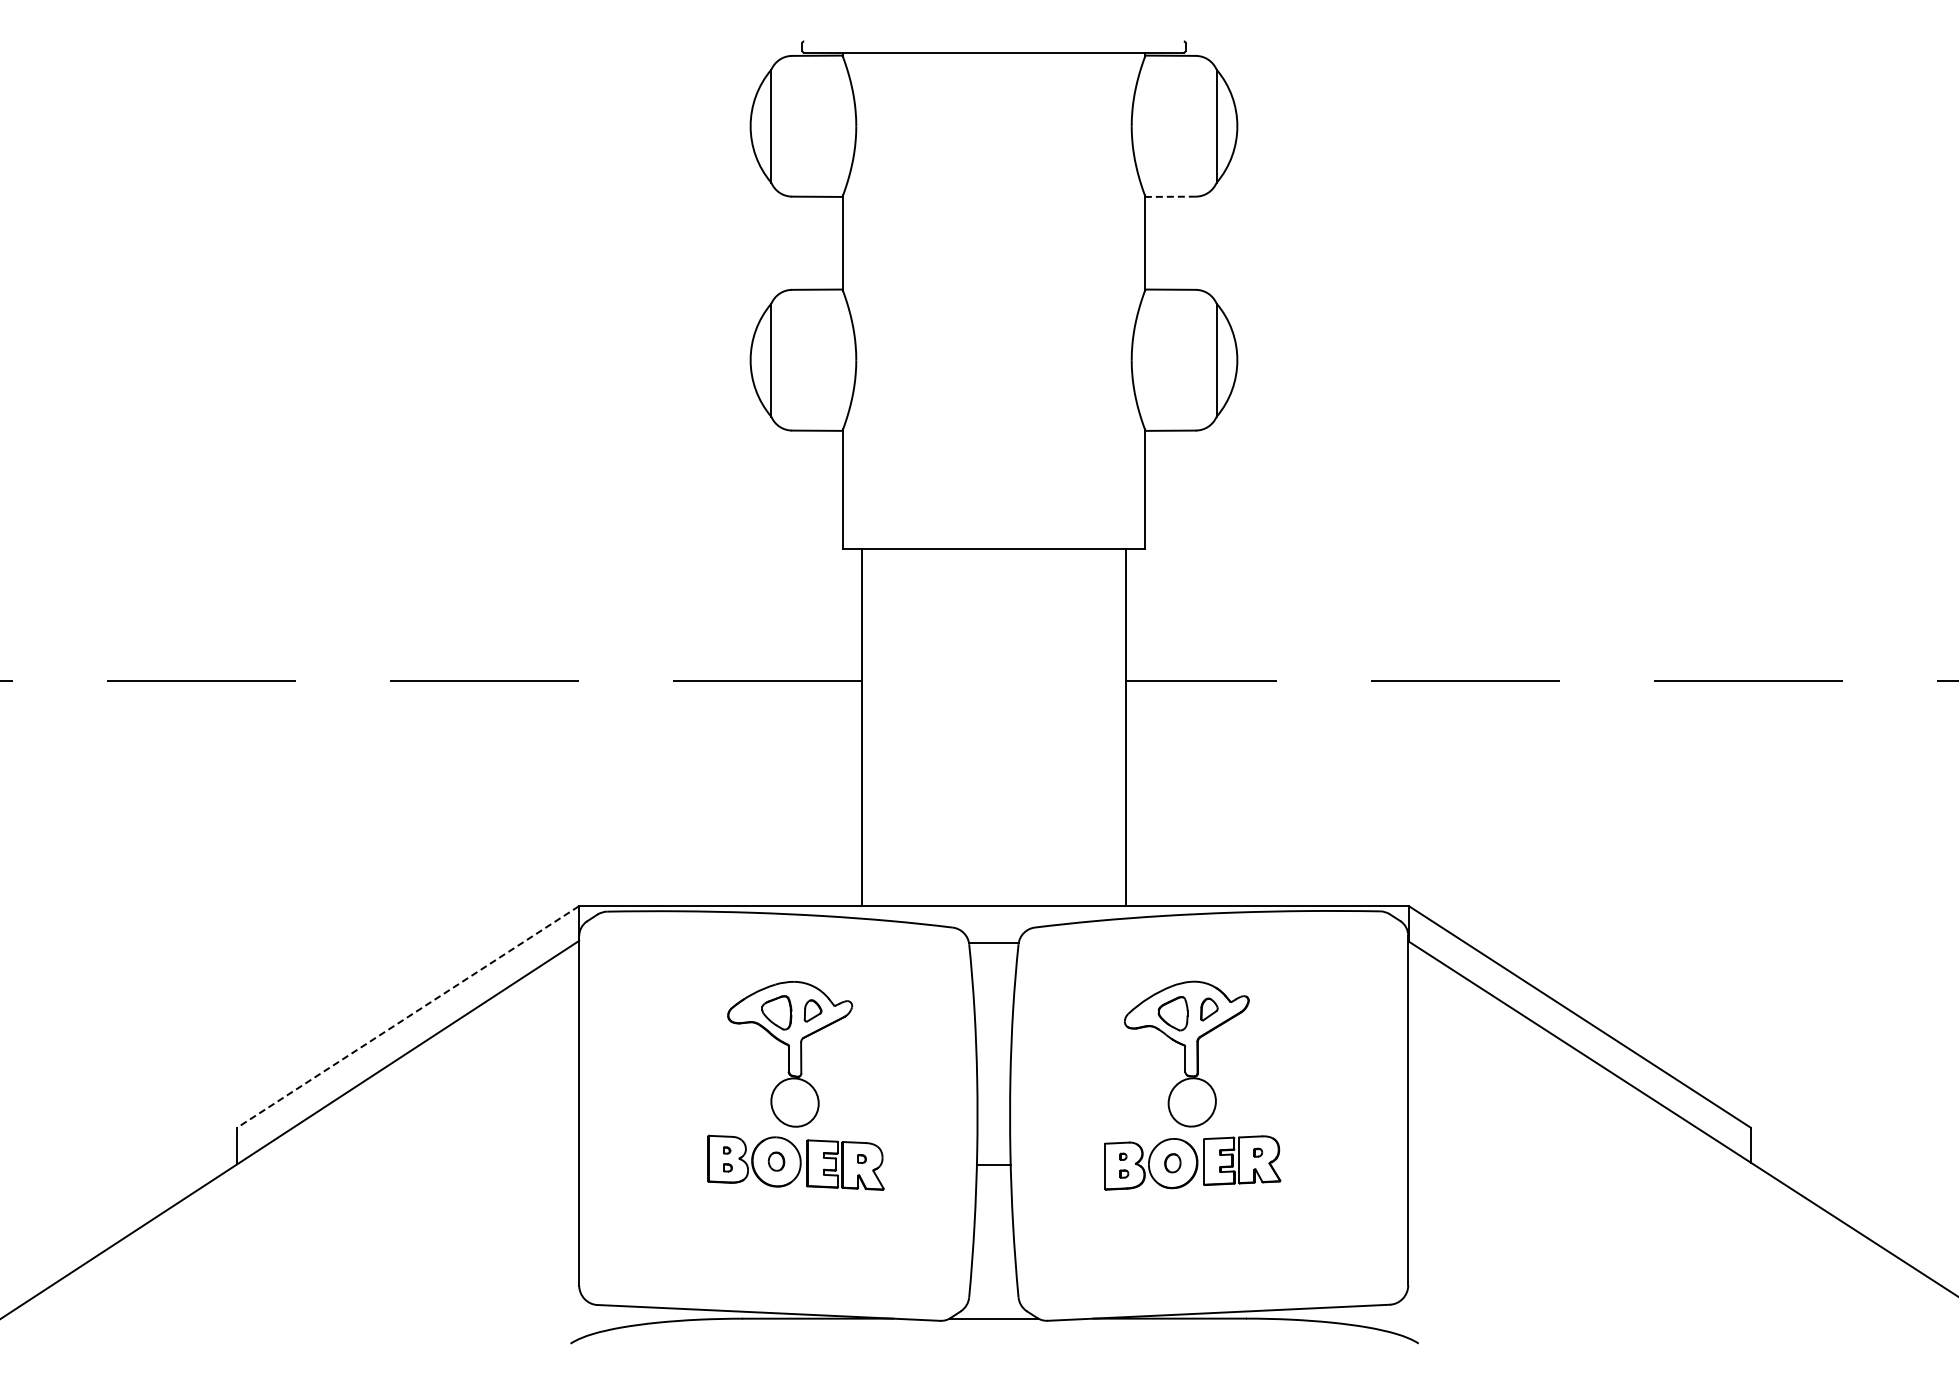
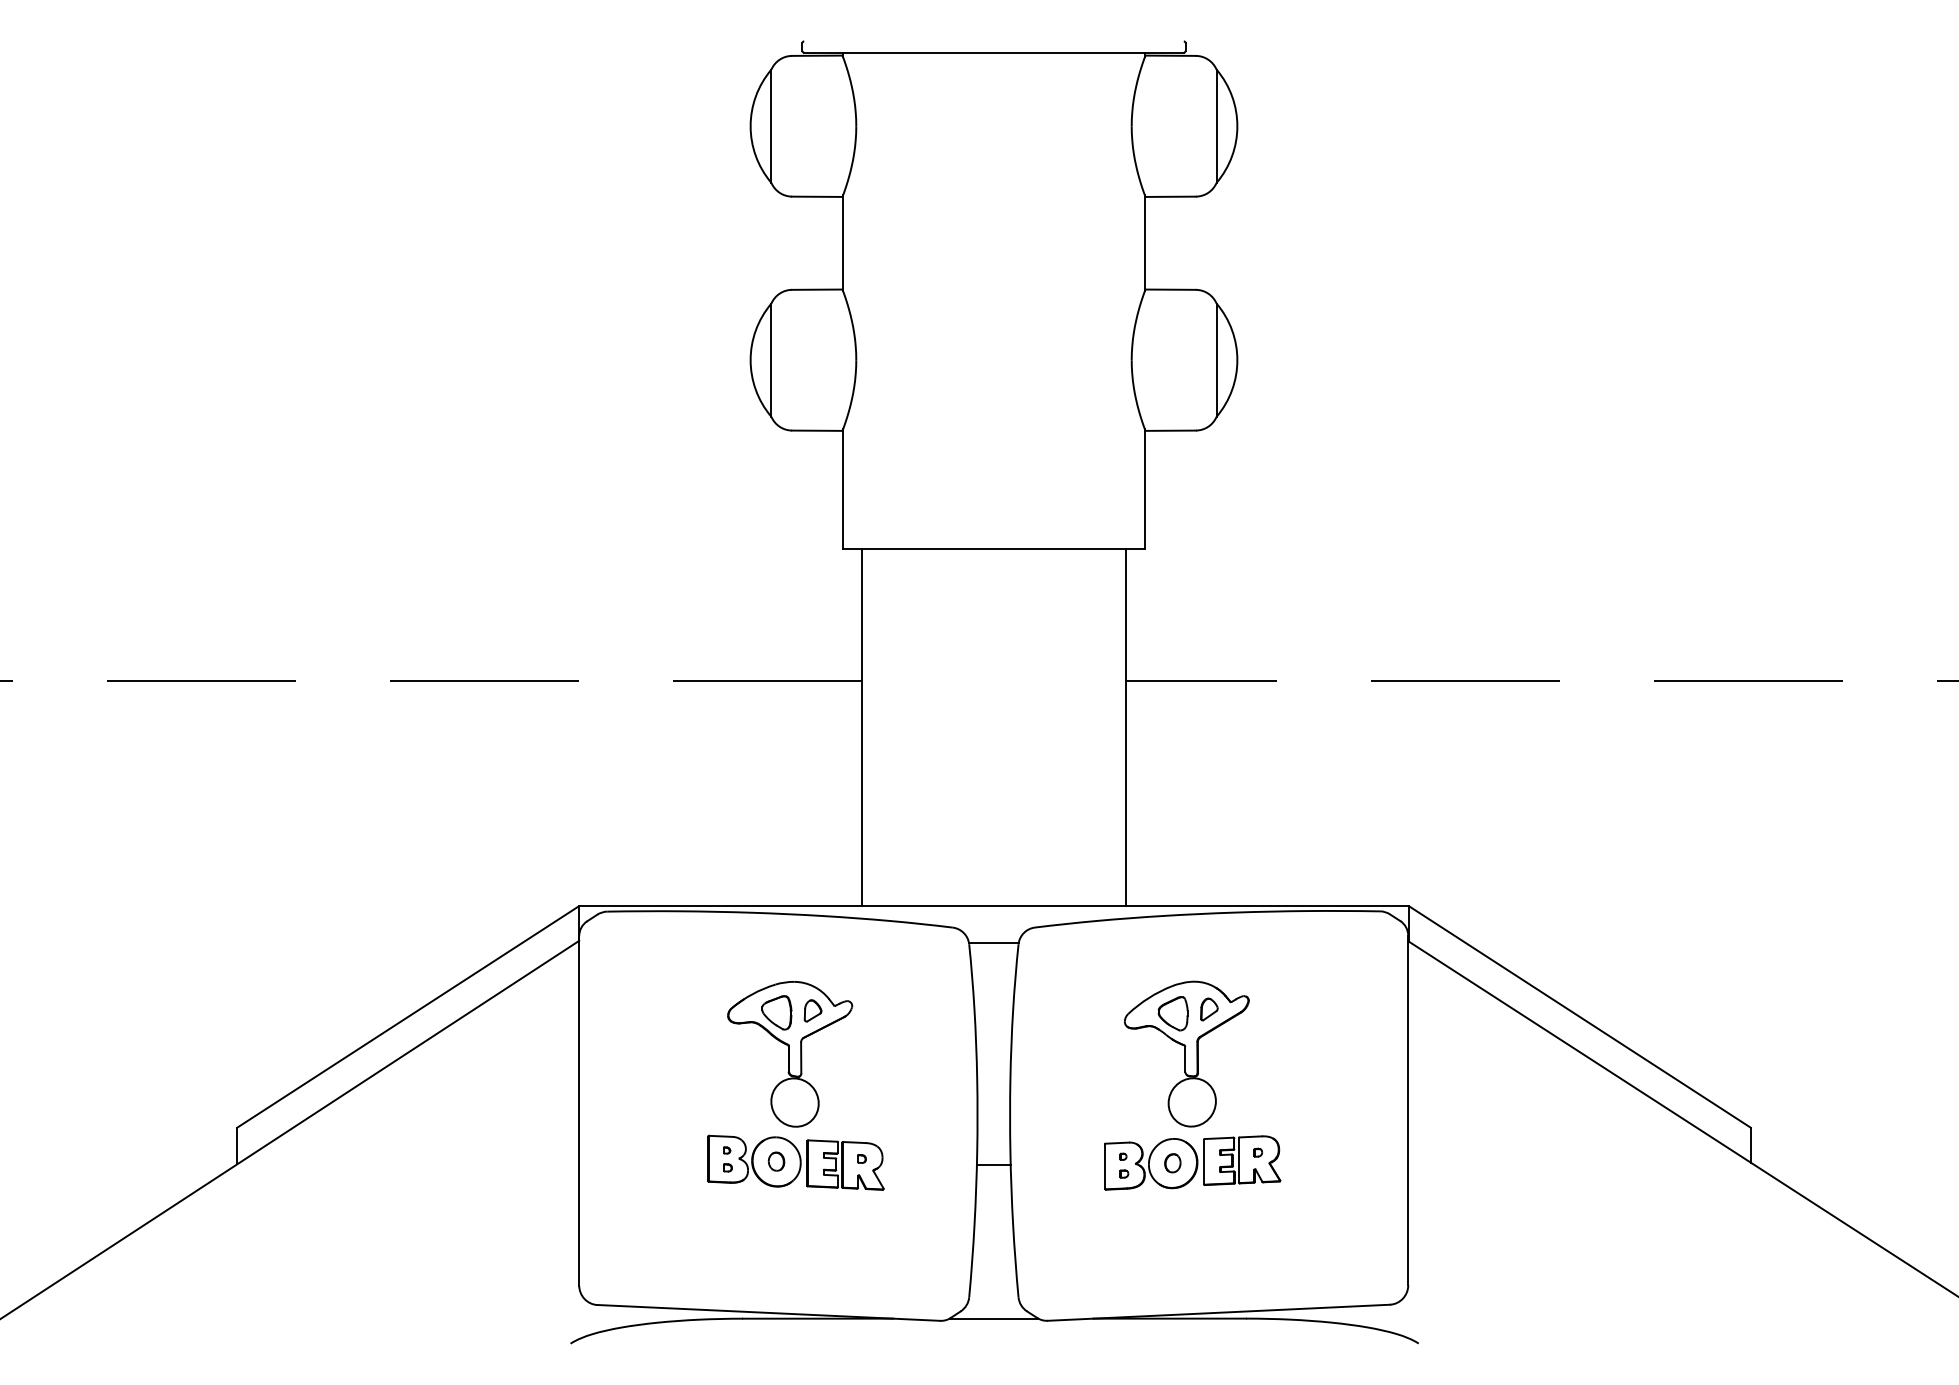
line at (1170, 196): dashed -> solid
line at (408, 1017): dashed -> solid
